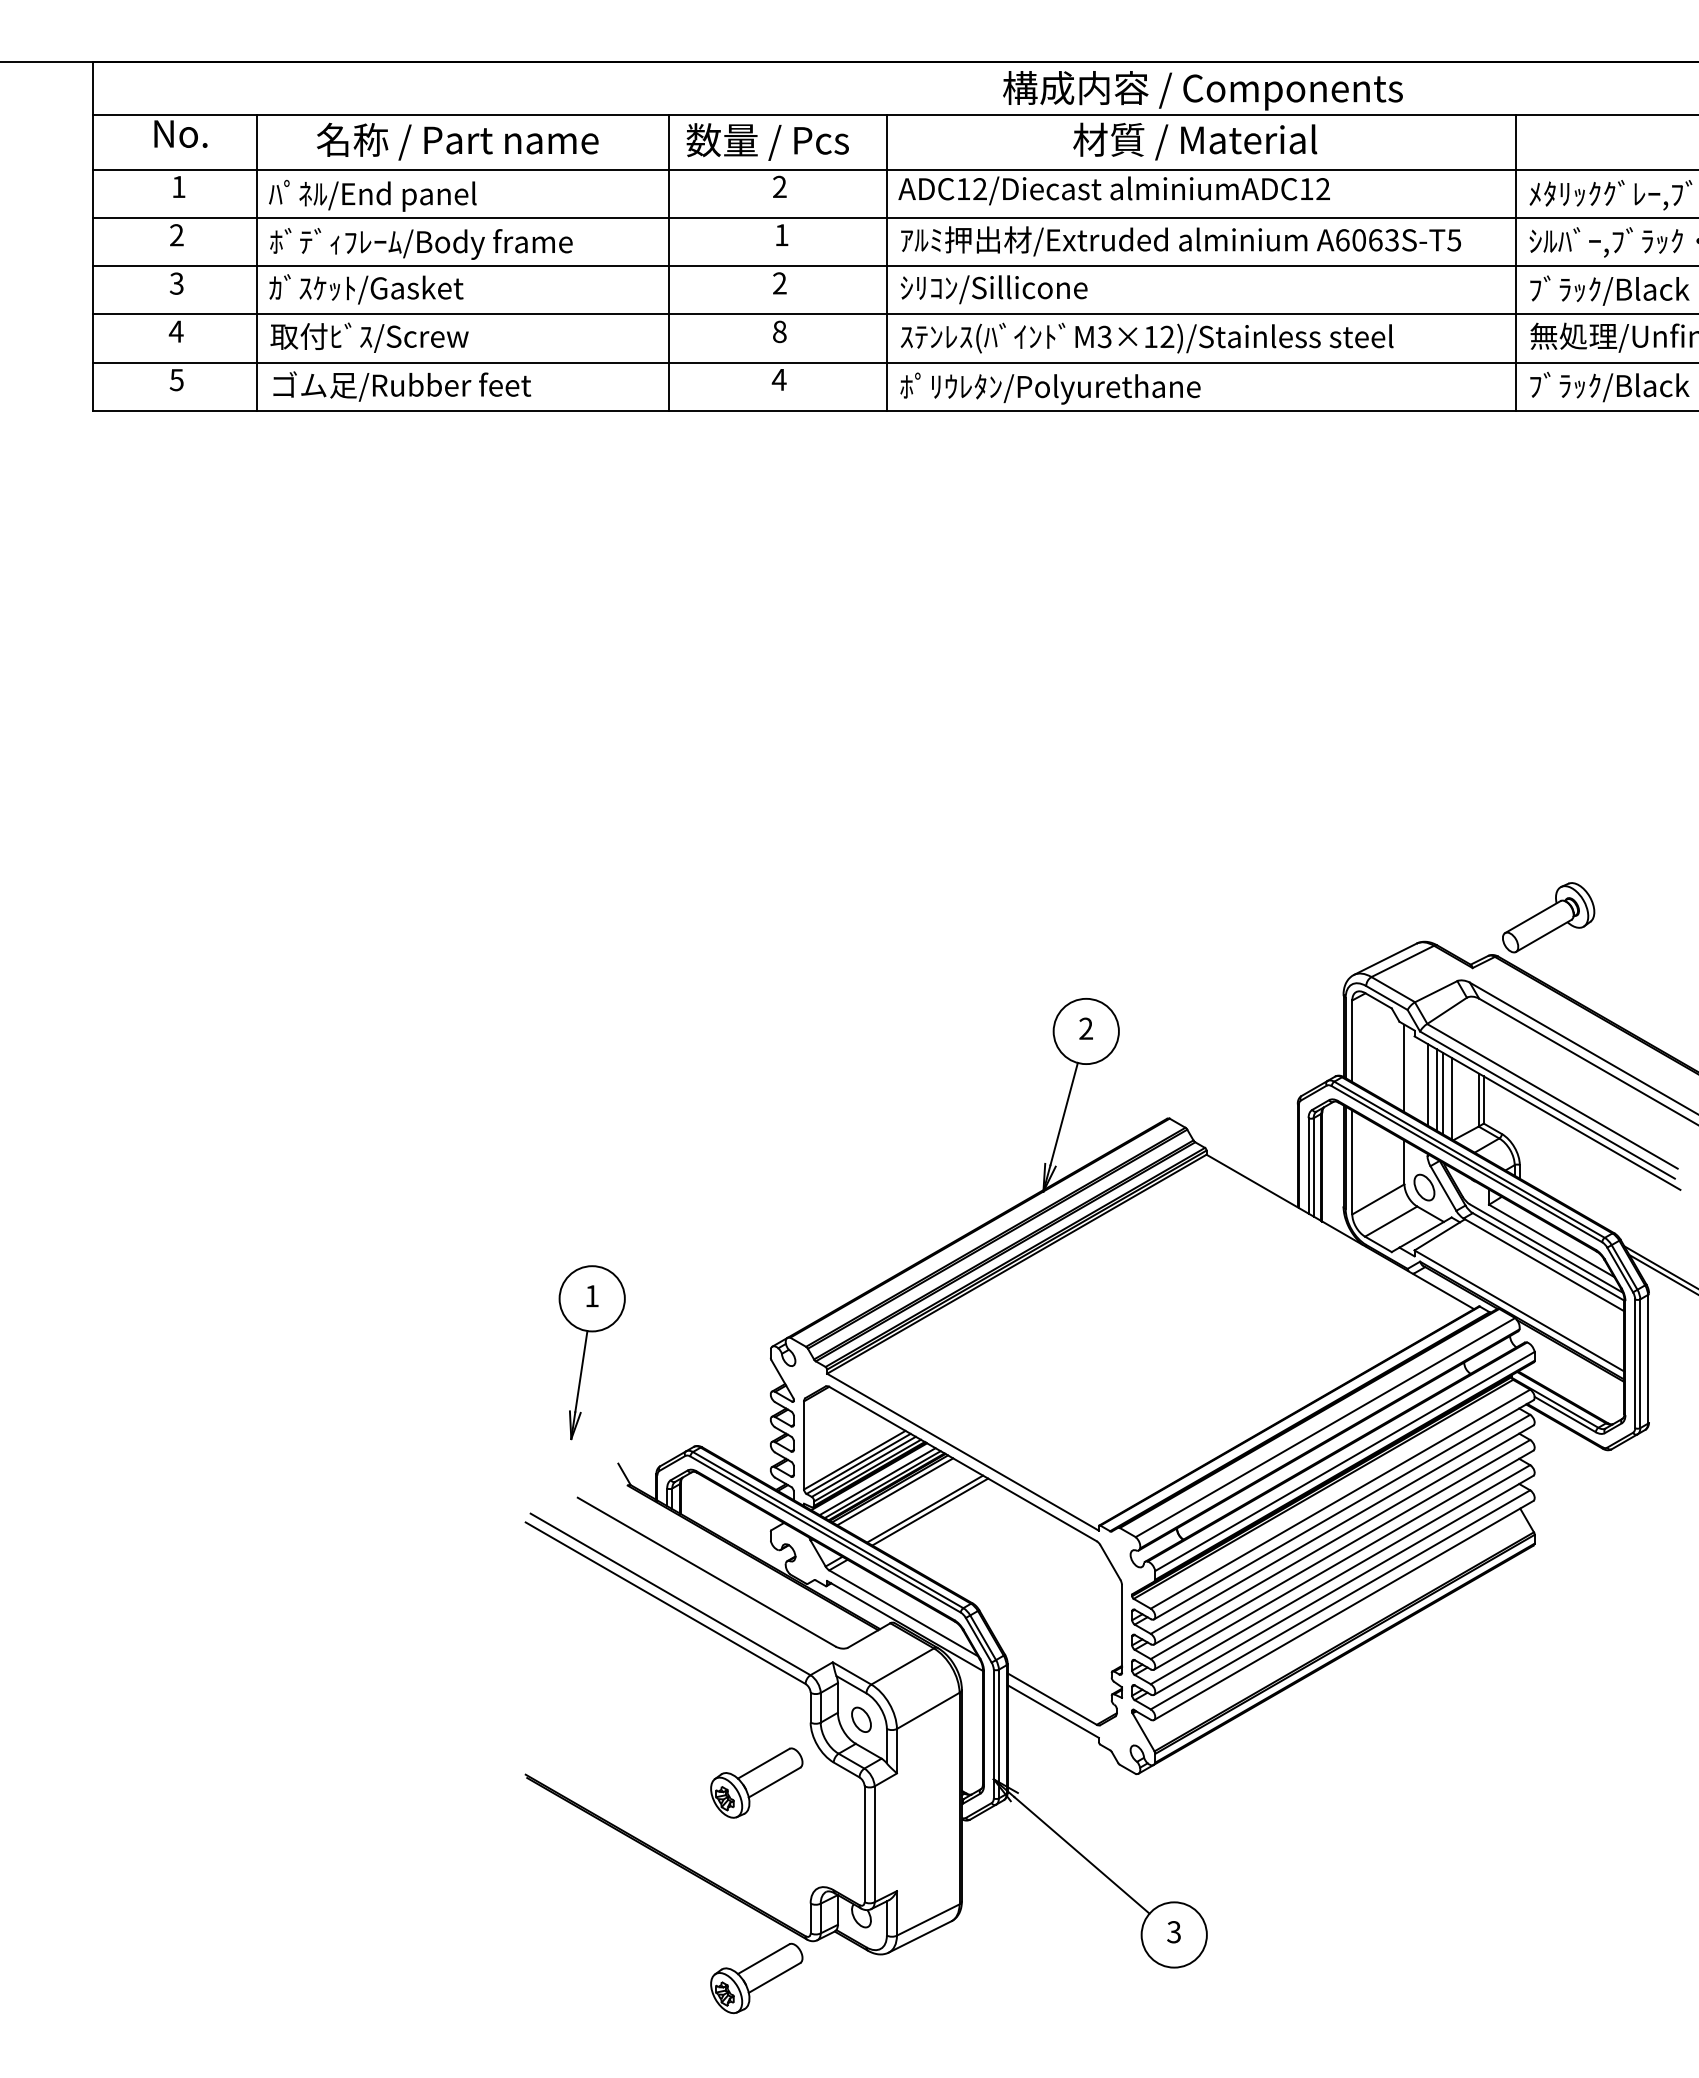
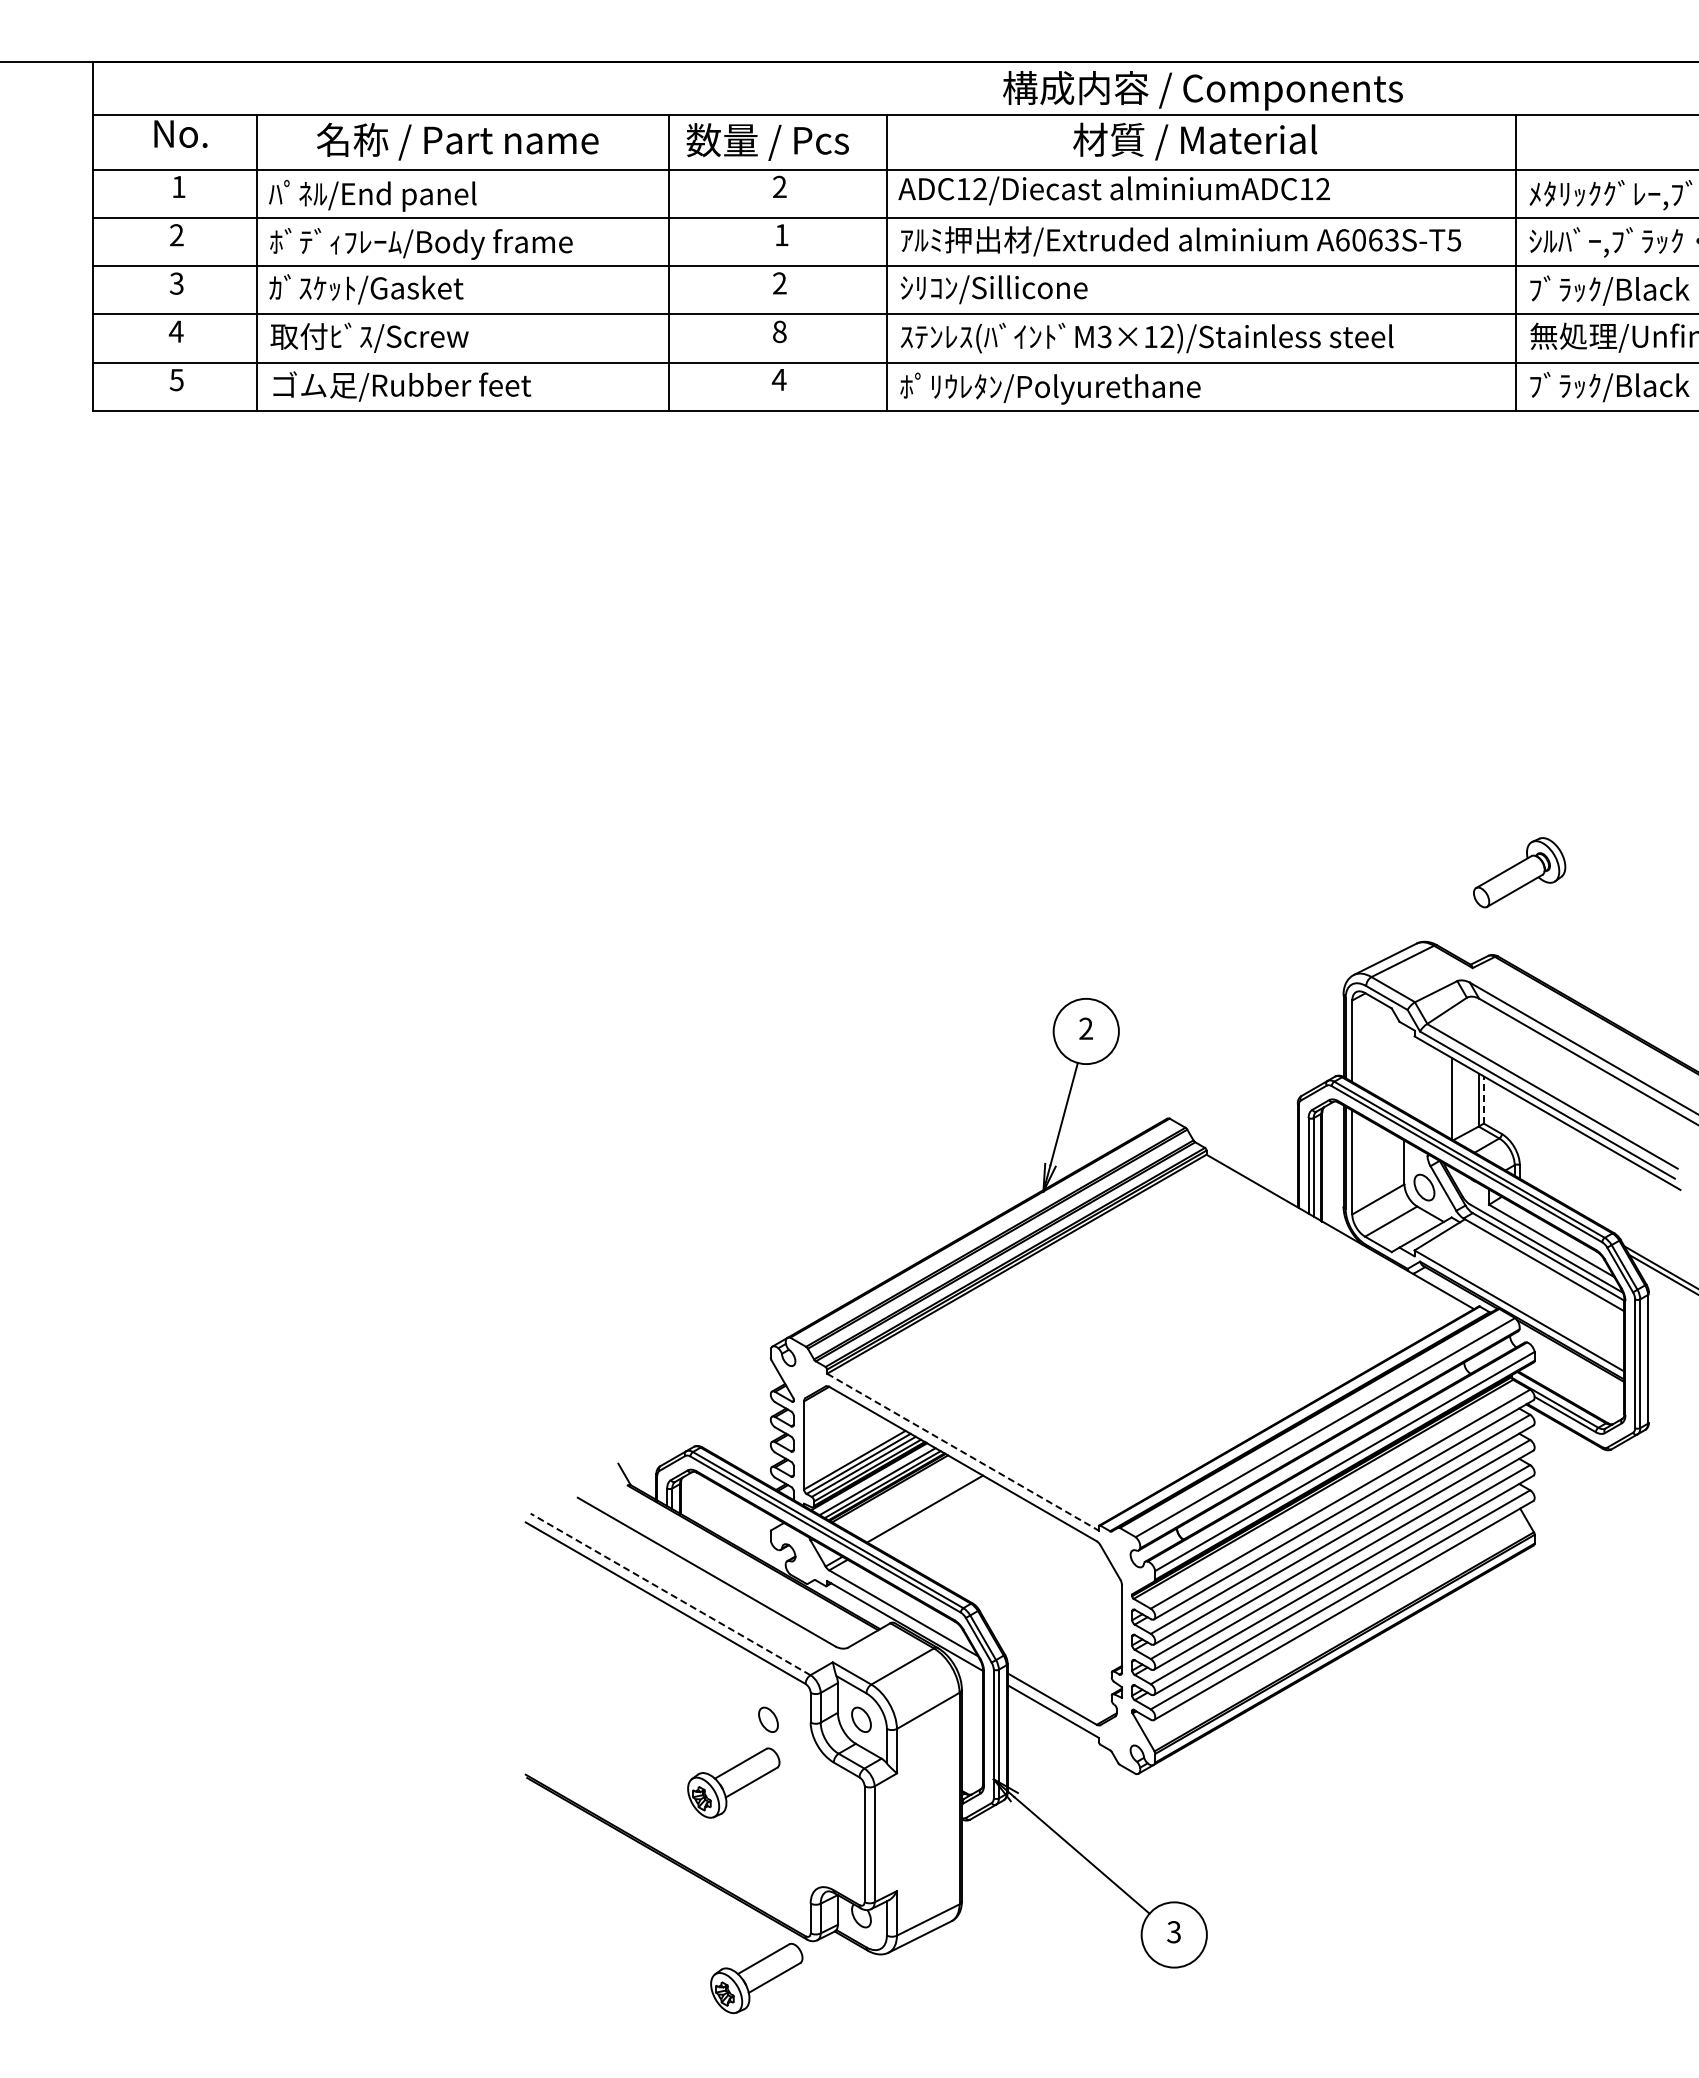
part at (1548, 917) position: (1548, 917) -> (1519, 872)
line at (1404, 1068): present -> none
line at (1427, 1084): present -> none
line at (1436, 1089): present -> none
line at (1442, 1093): present -> none
line at (1483, 1100): solid -> dashed
part at (591, 1352): present -> none
line at (963, 1452): solid -> dashed
line at (895, 1491): present -> none
line at (930, 1511): present -> none
line at (670, 1594): solid -> dashed
part at (768, 1719): none -> present
part at (756, 1782) position: (756, 1782) -> (733, 1782)
